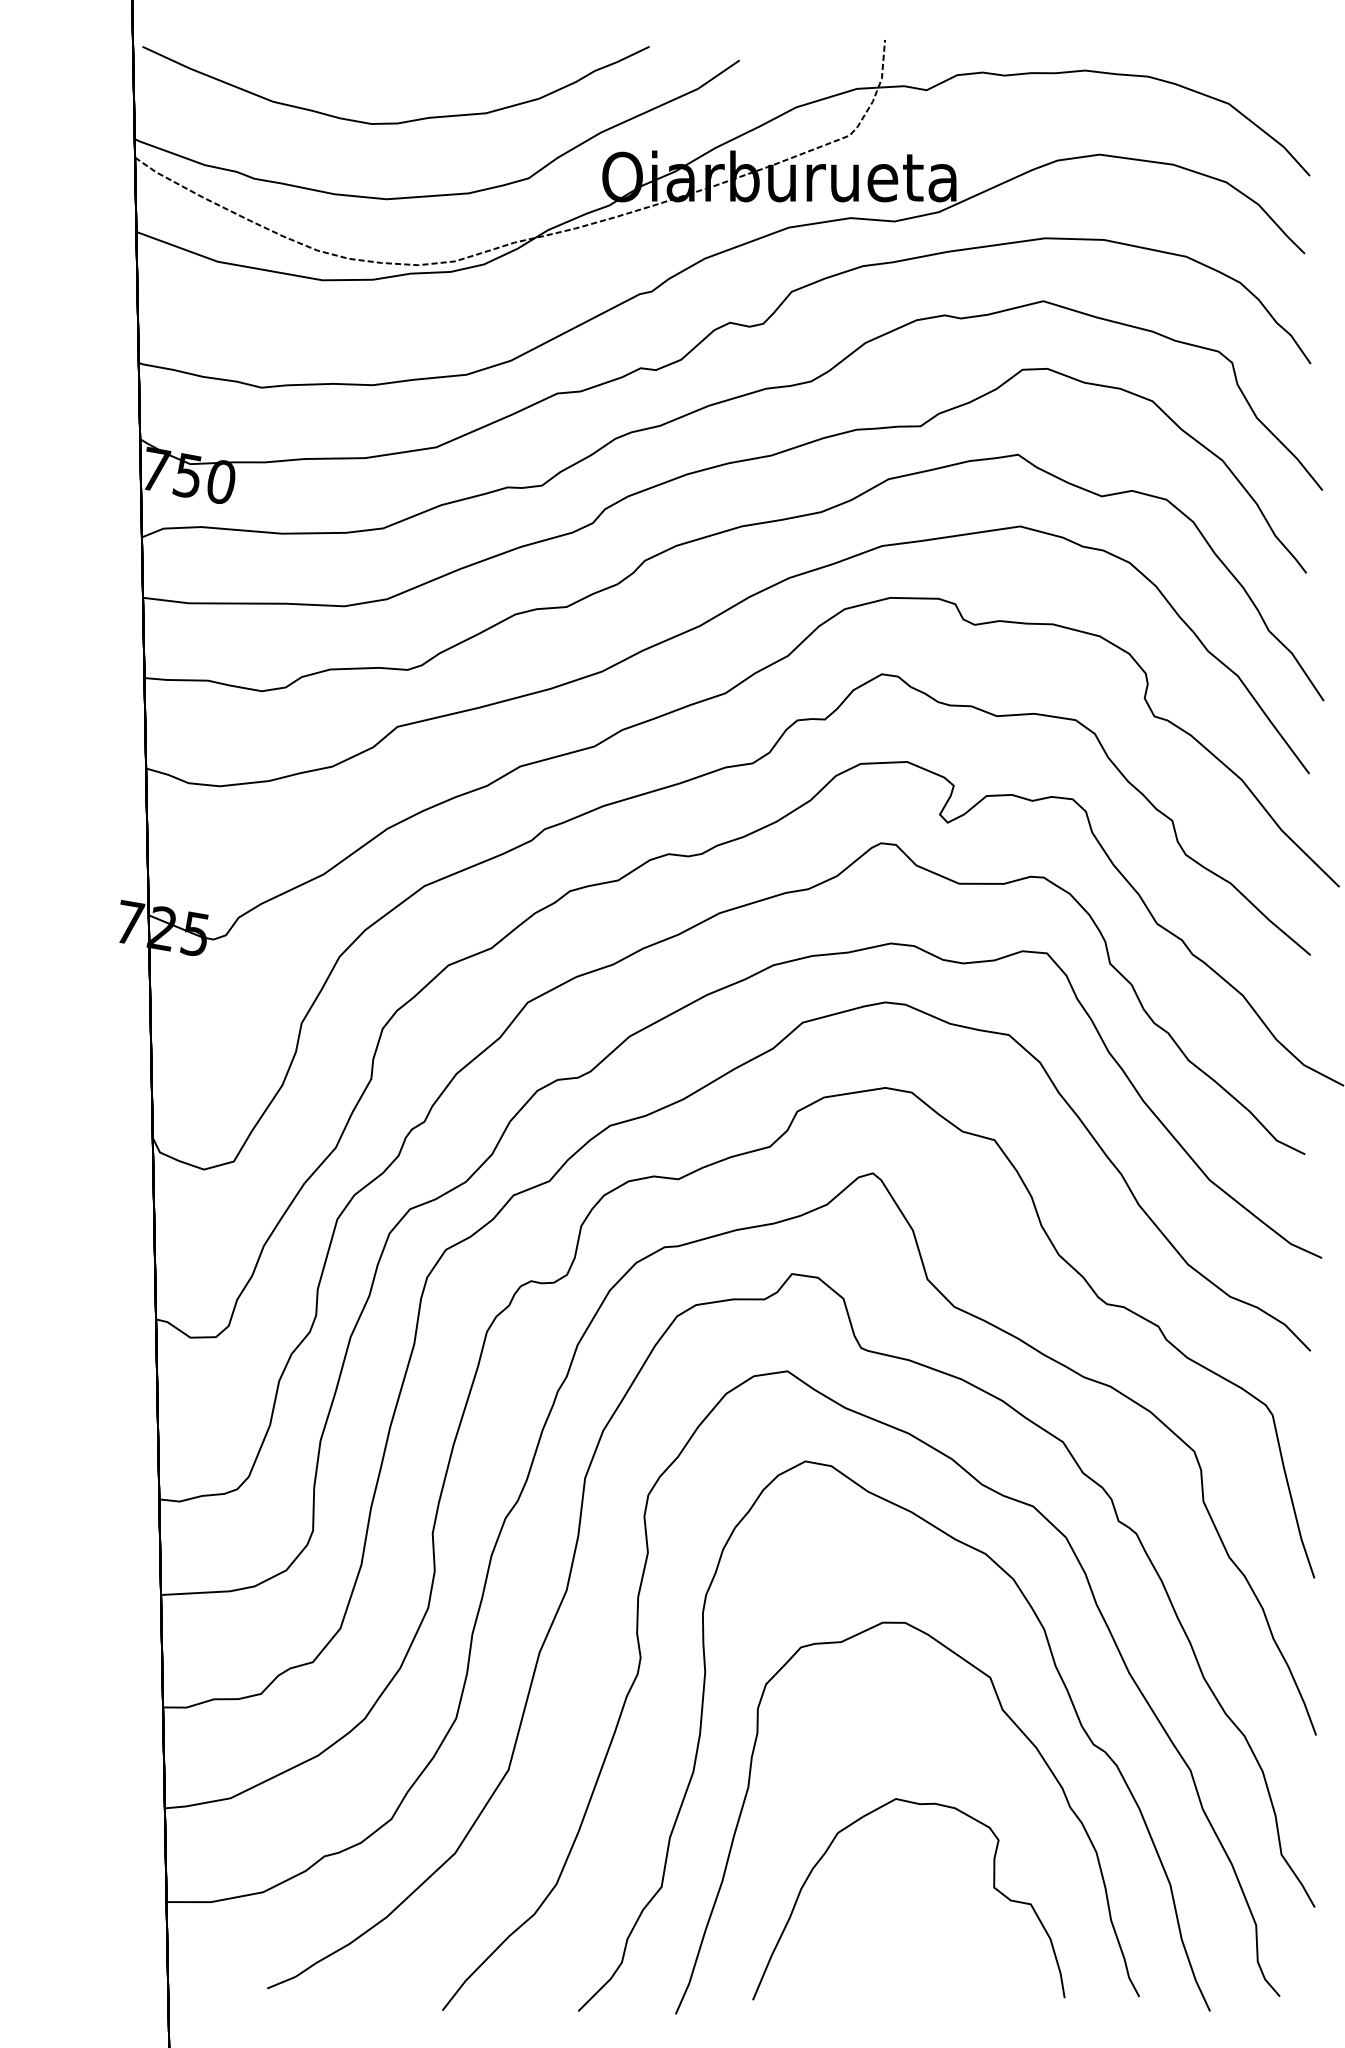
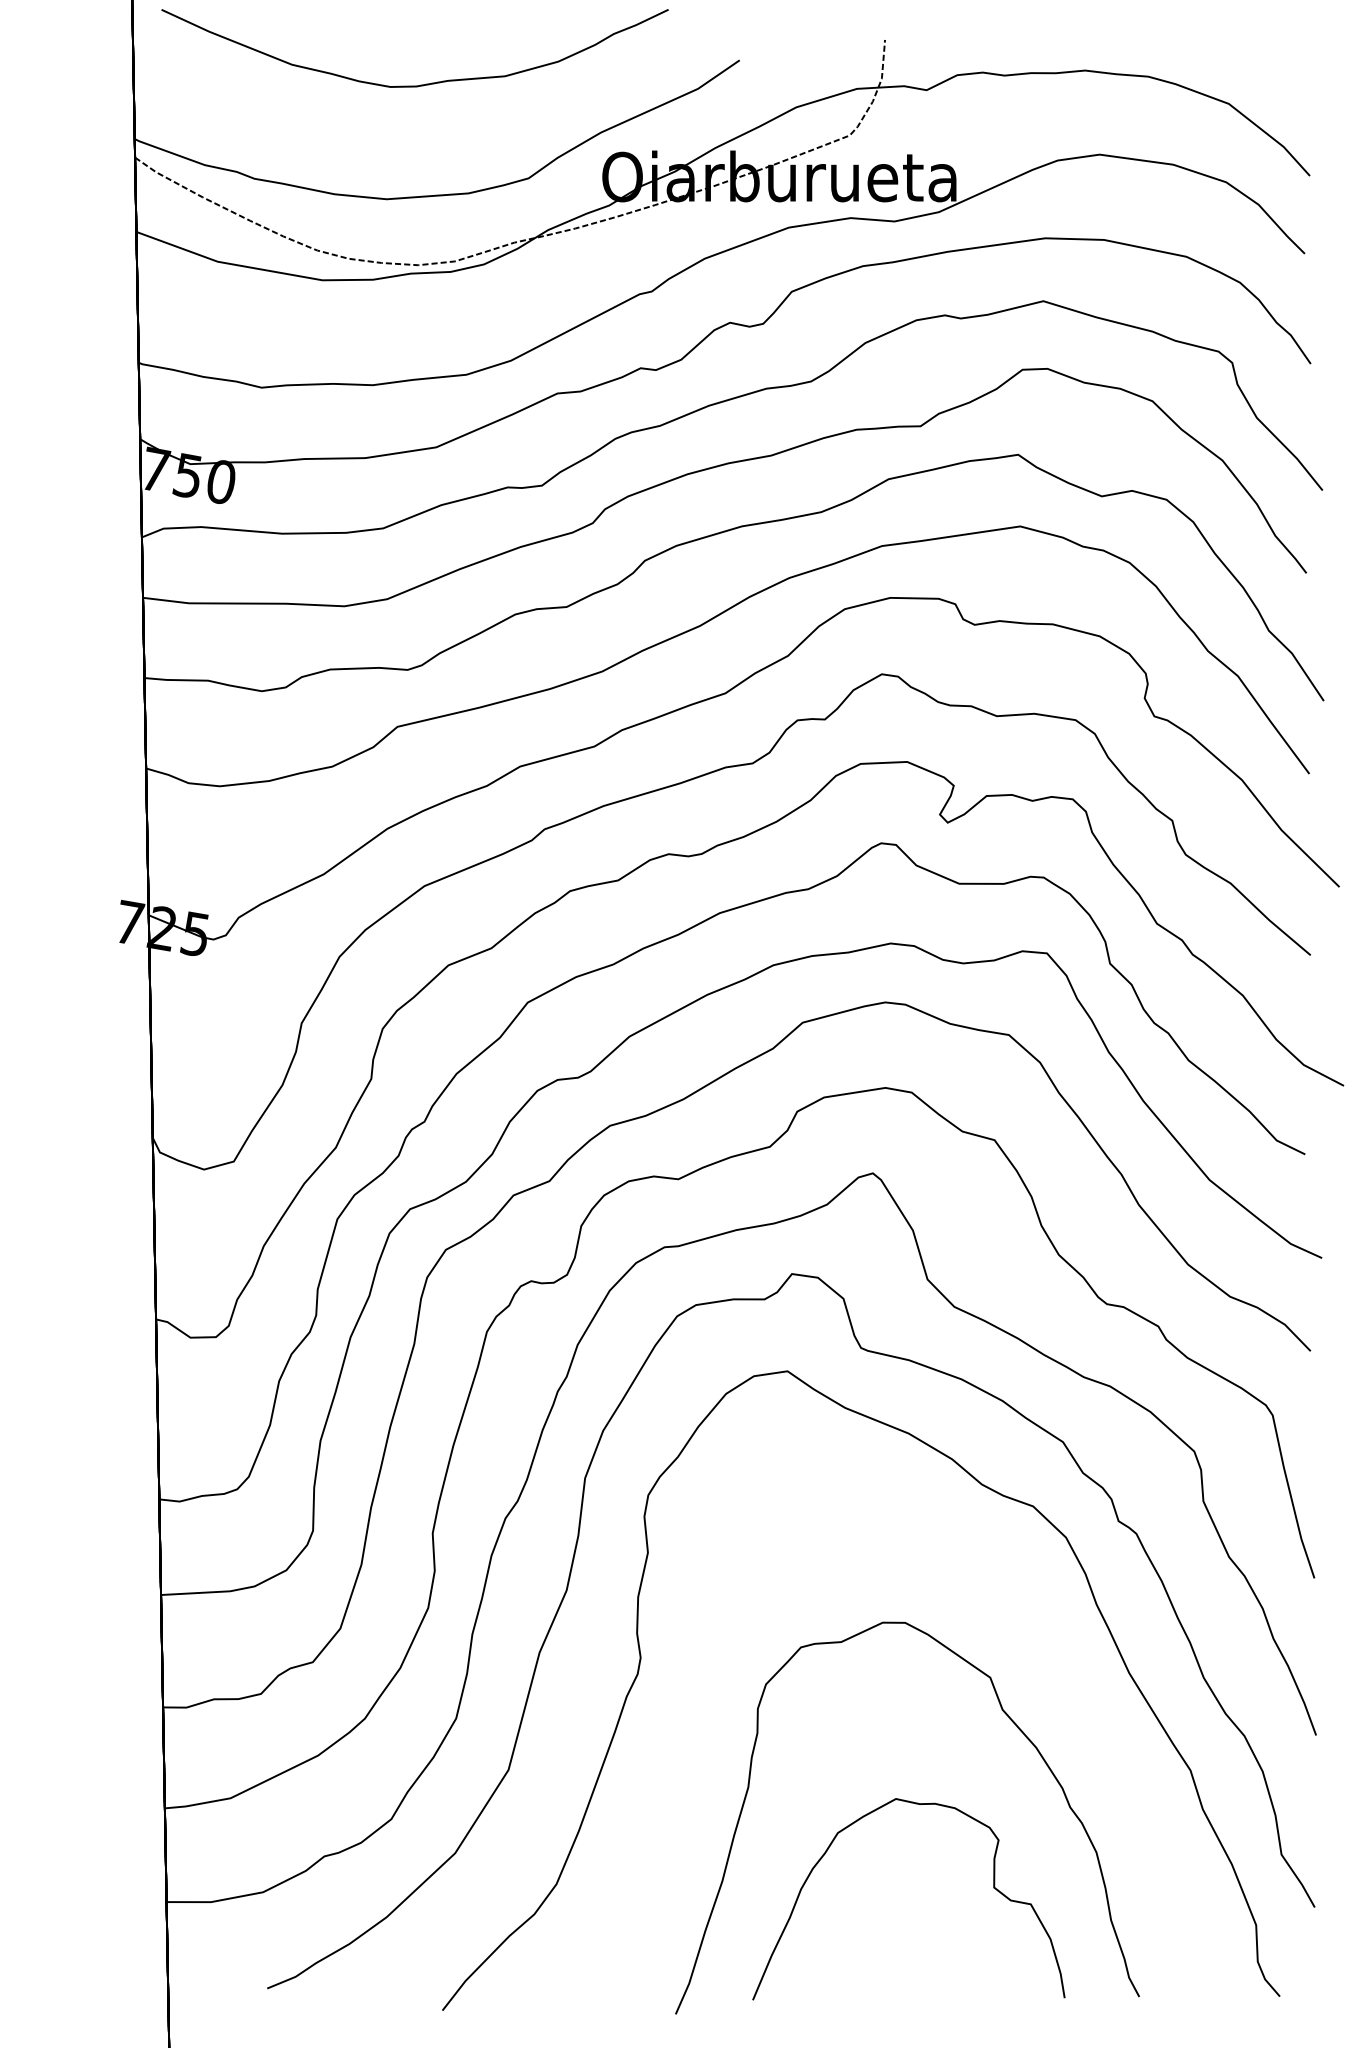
curve at (401, 121) position: (401, 121) -> (420, 84)
part at (1054, 1666): present -> none
